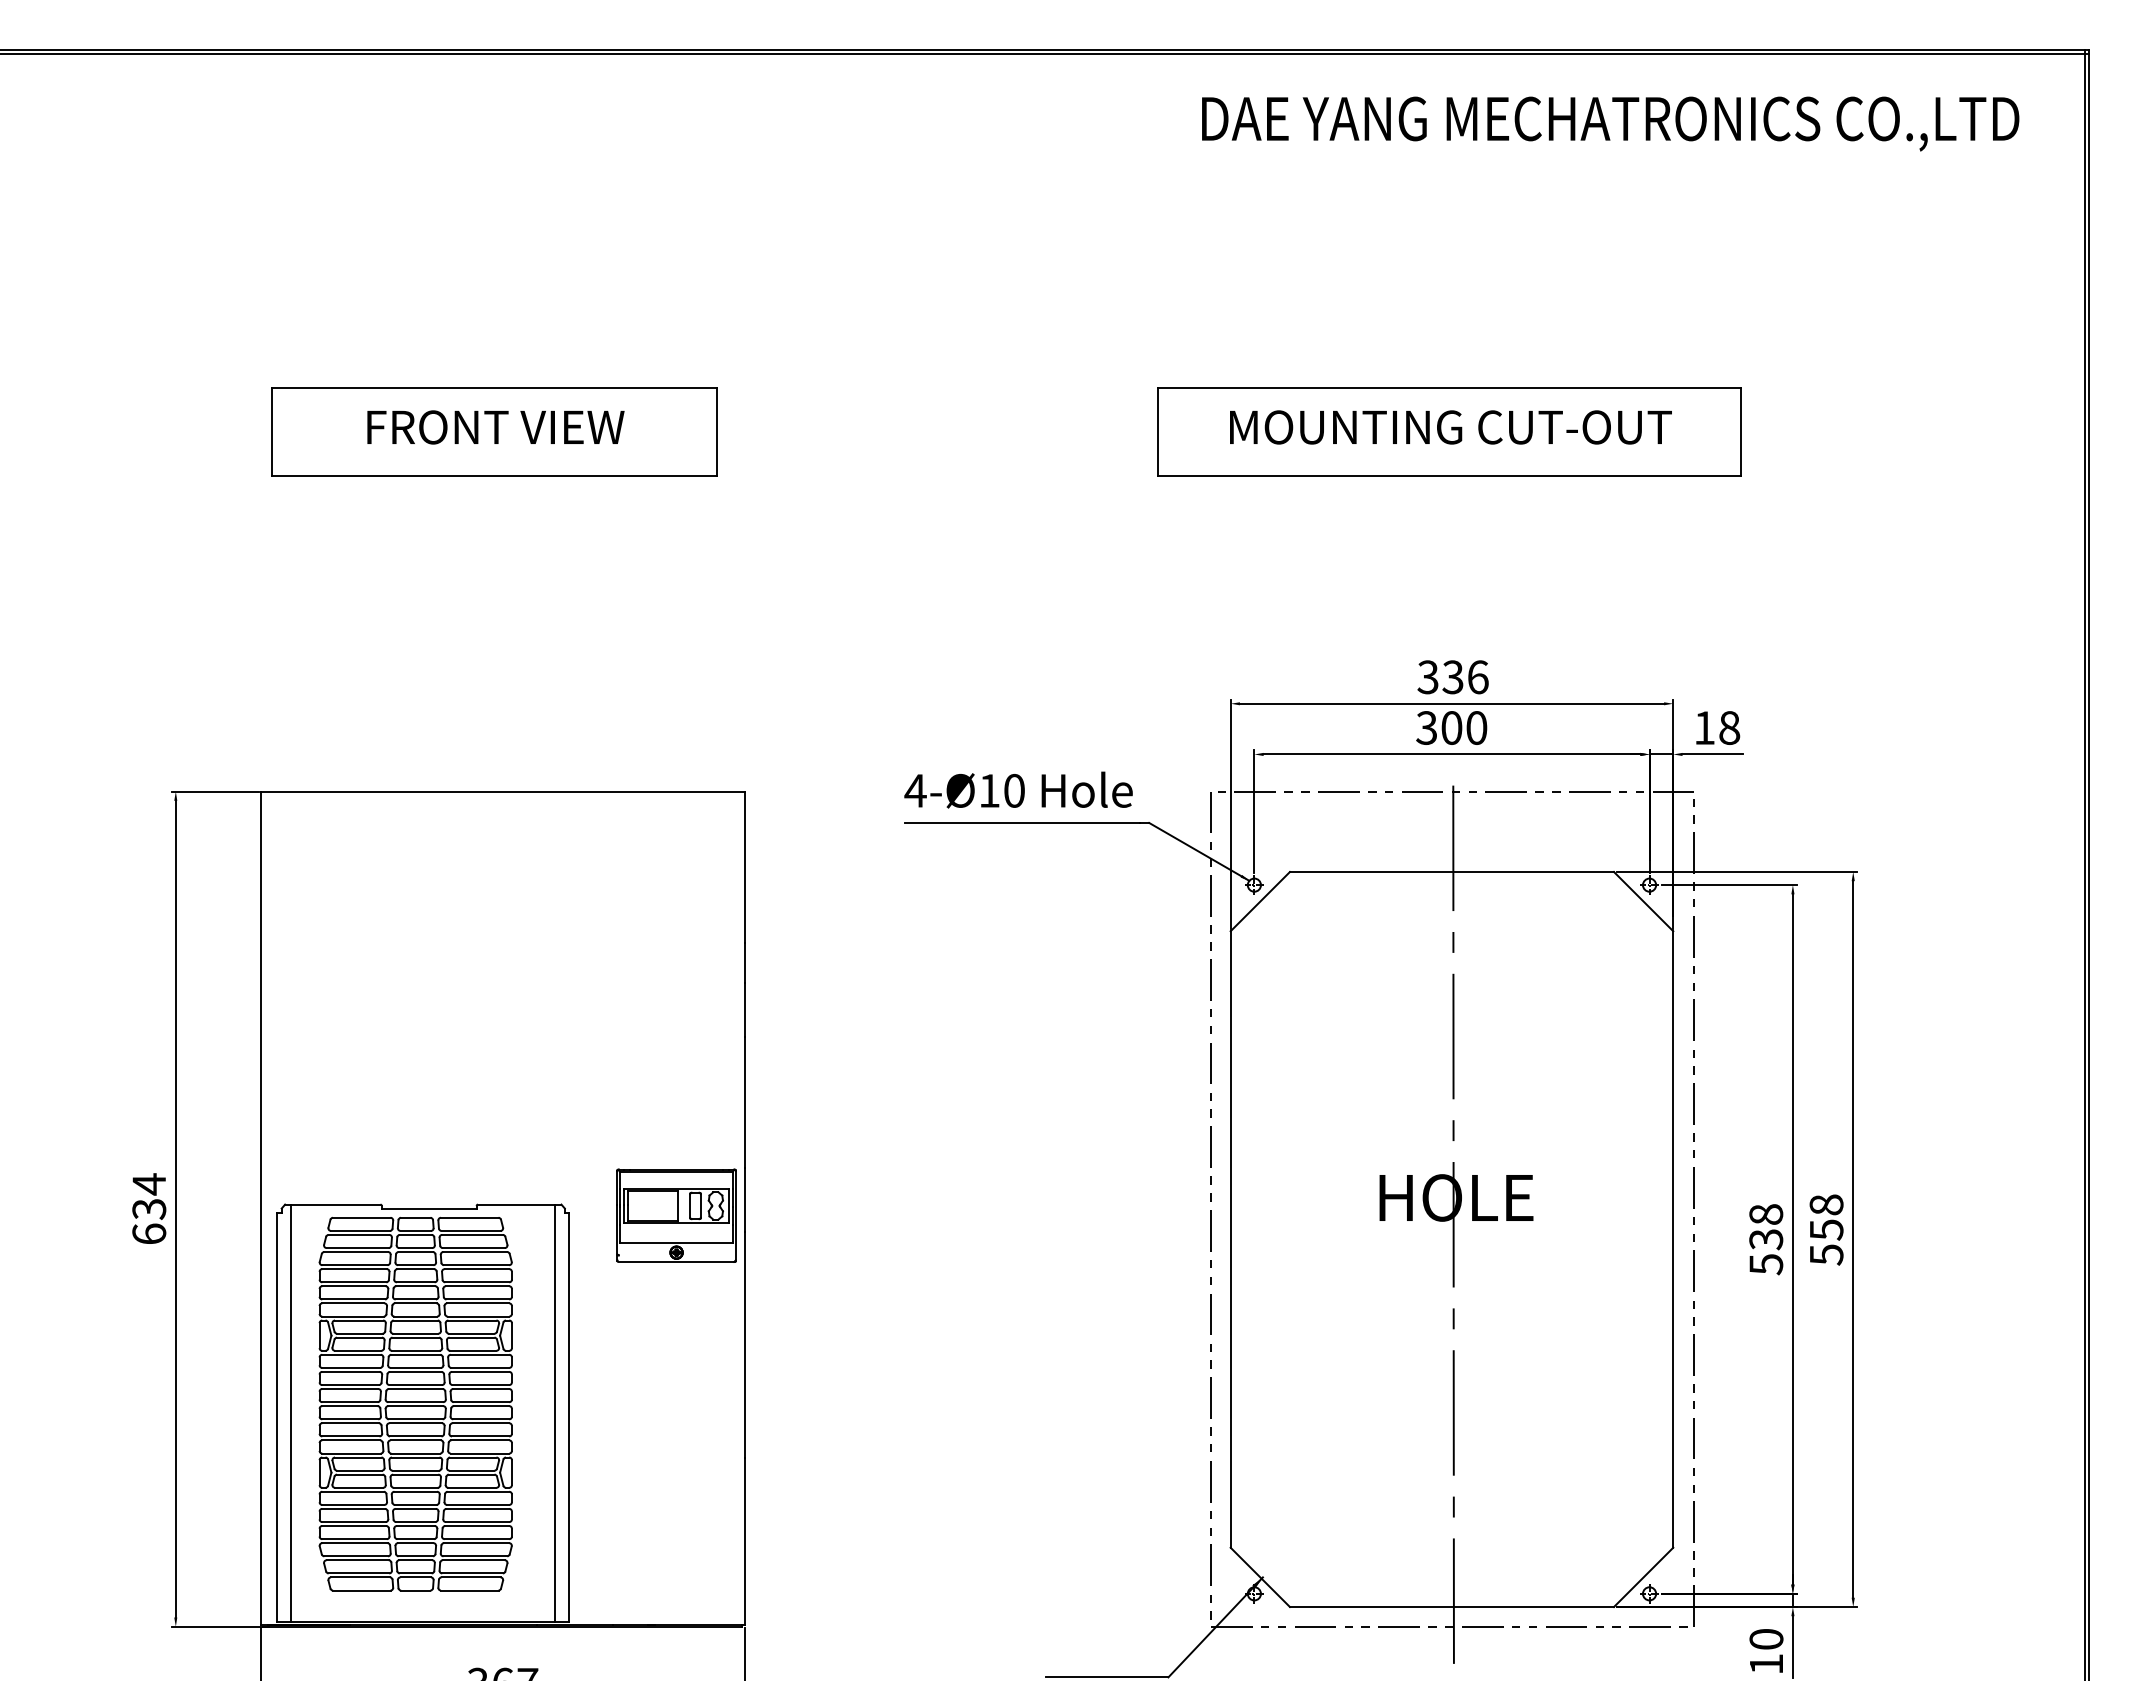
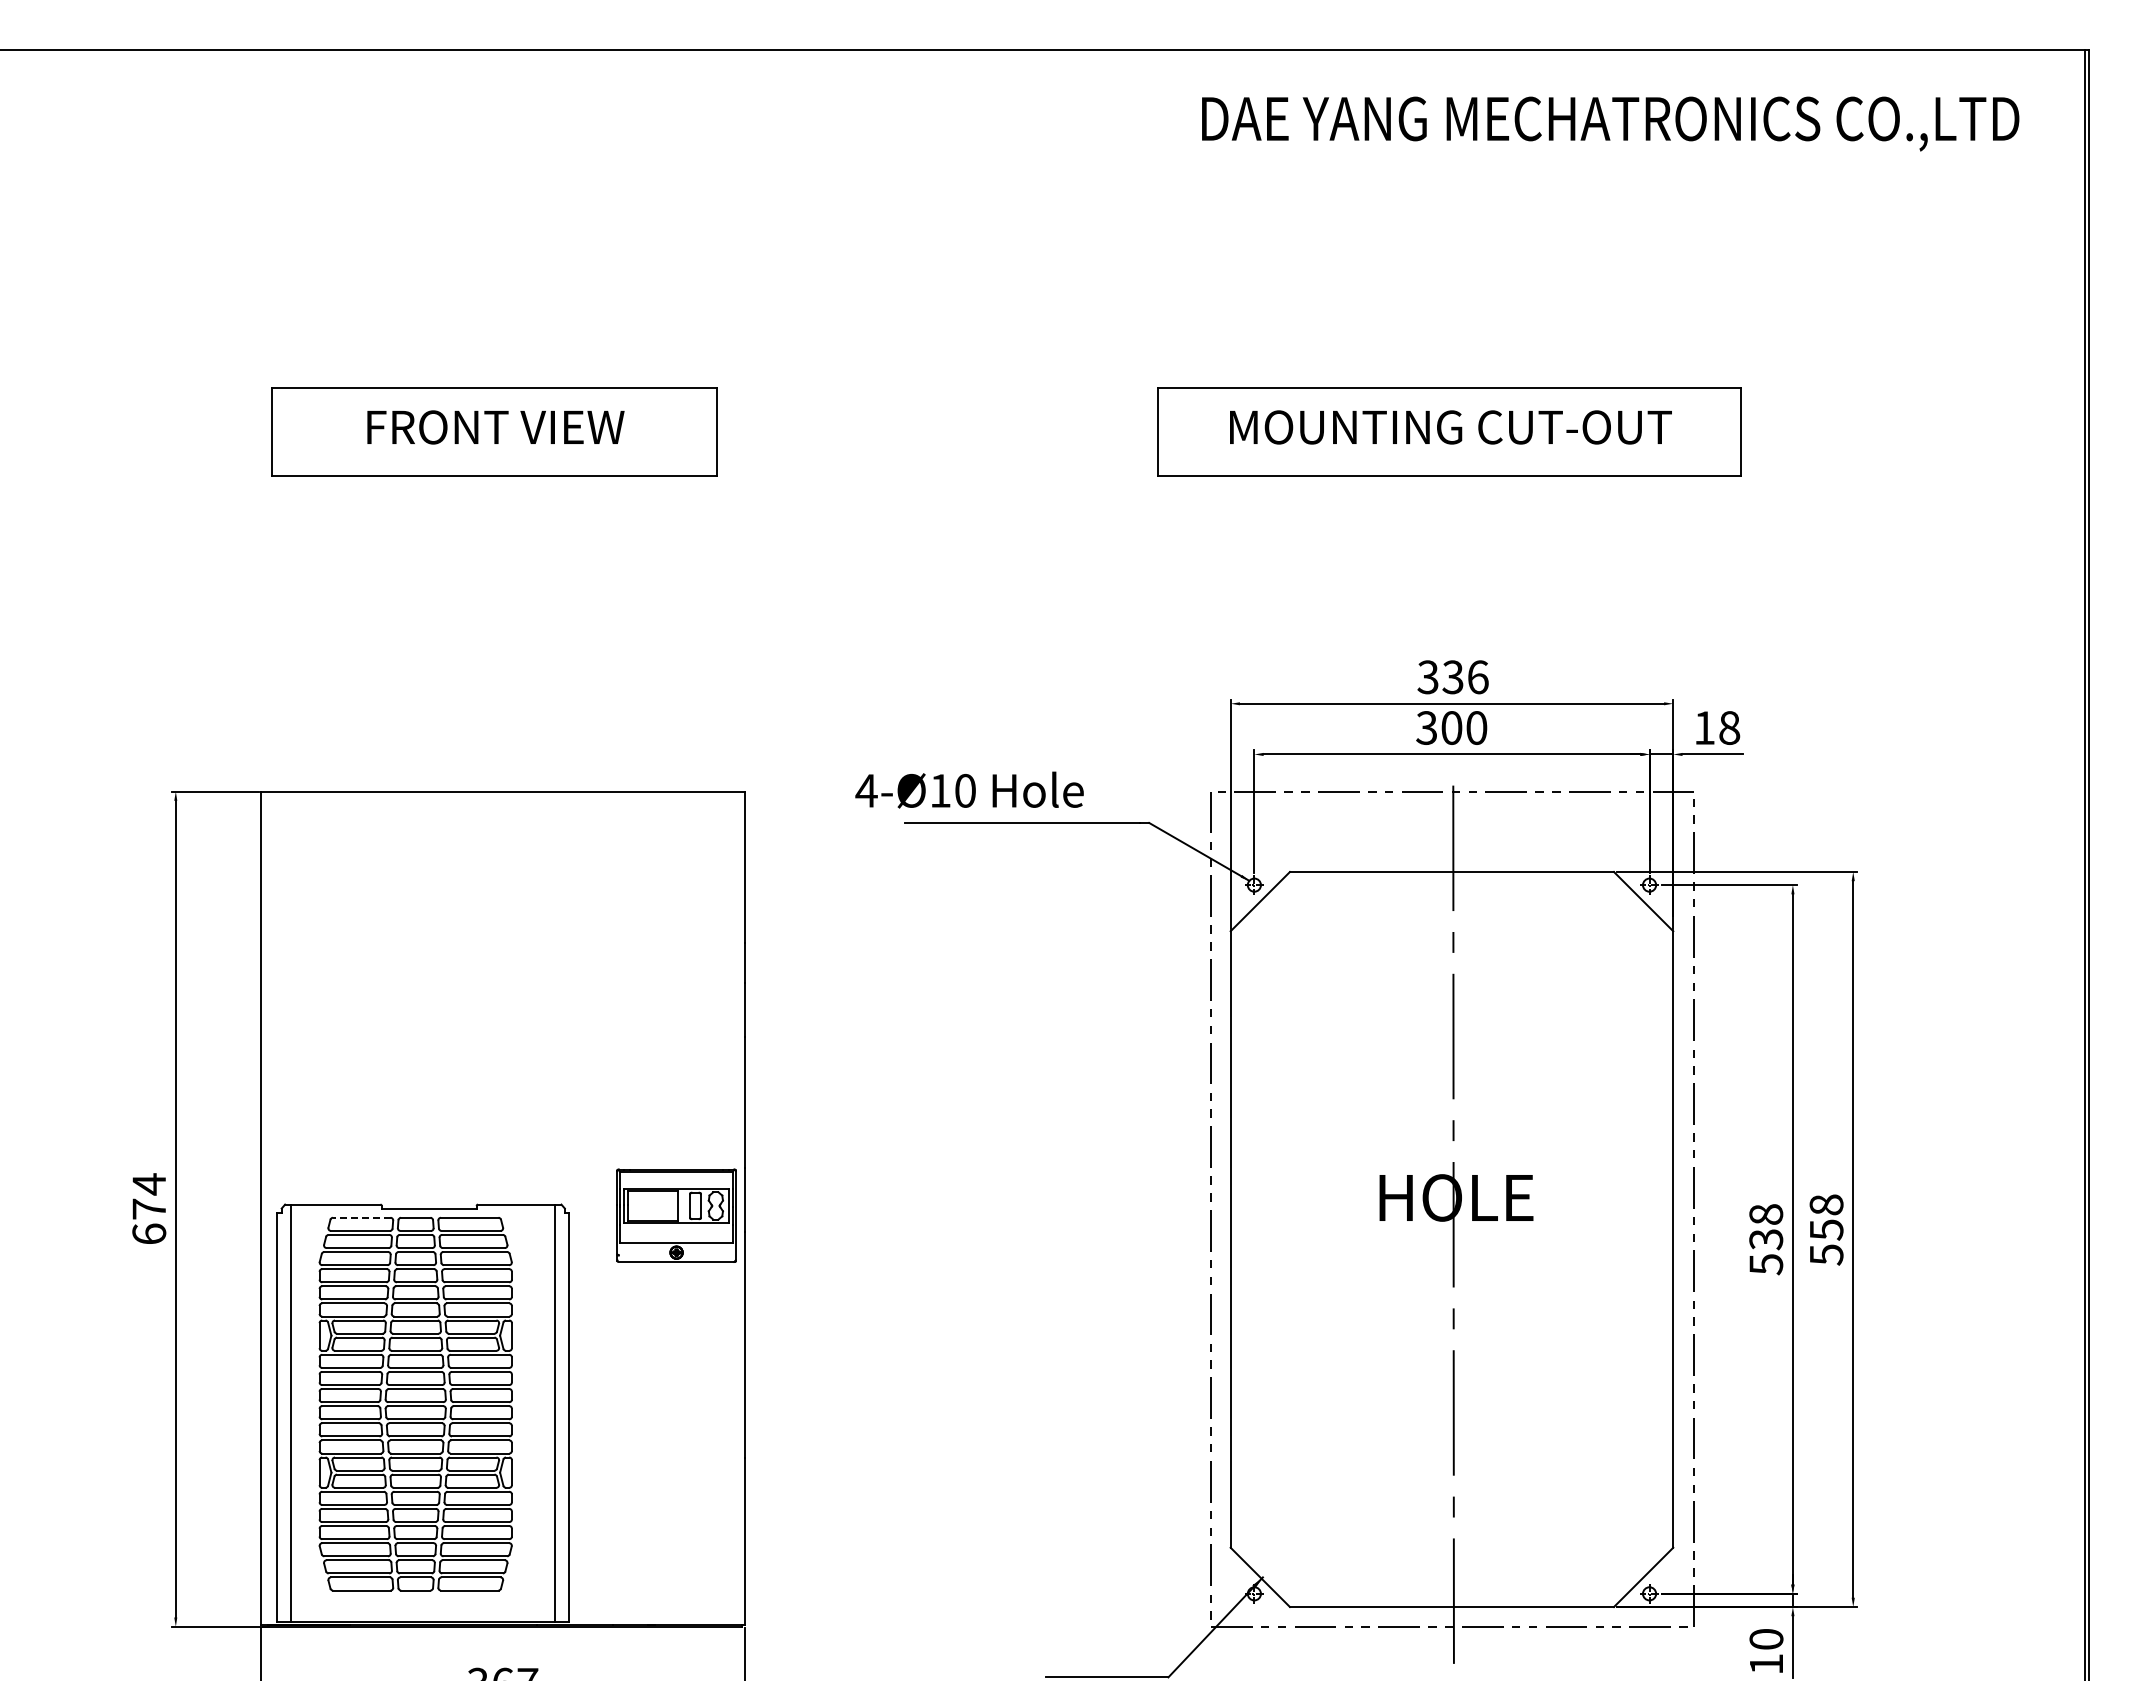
line at (1045, 54): present -> none
text at (1018, 789) position: (1018, 789) -> (969, 789)
text at (149, 1209): 634 -> 674
line at (361, 1217): solid -> dashed
